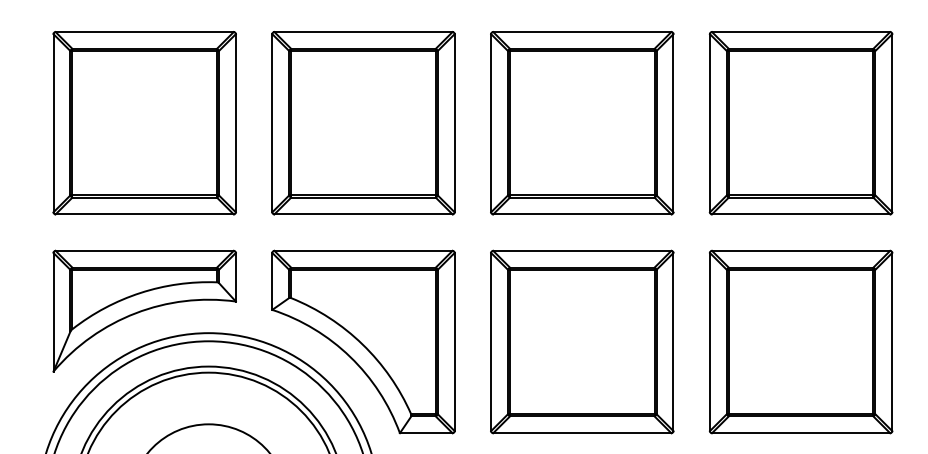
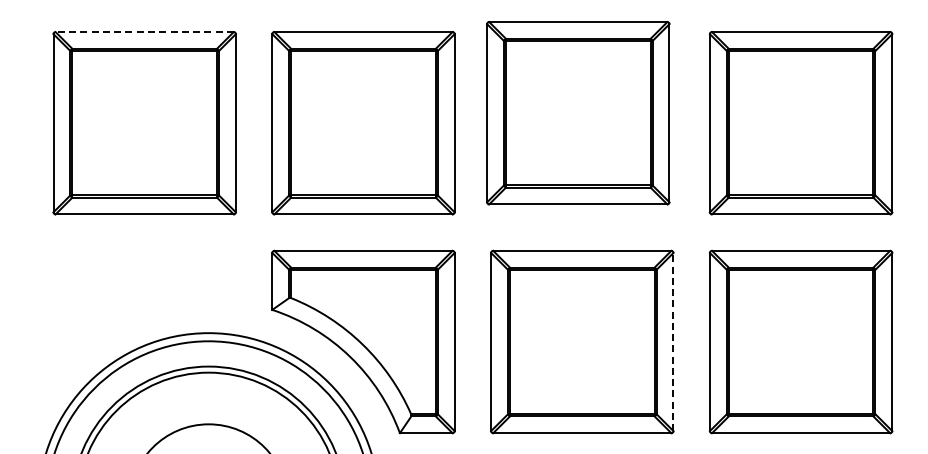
line at (144, 32): solid -> dashed
part at (582, 123) position: (582, 123) -> (578, 113)
part at (144, 310): present -> none
line at (673, 341): solid -> dashed
